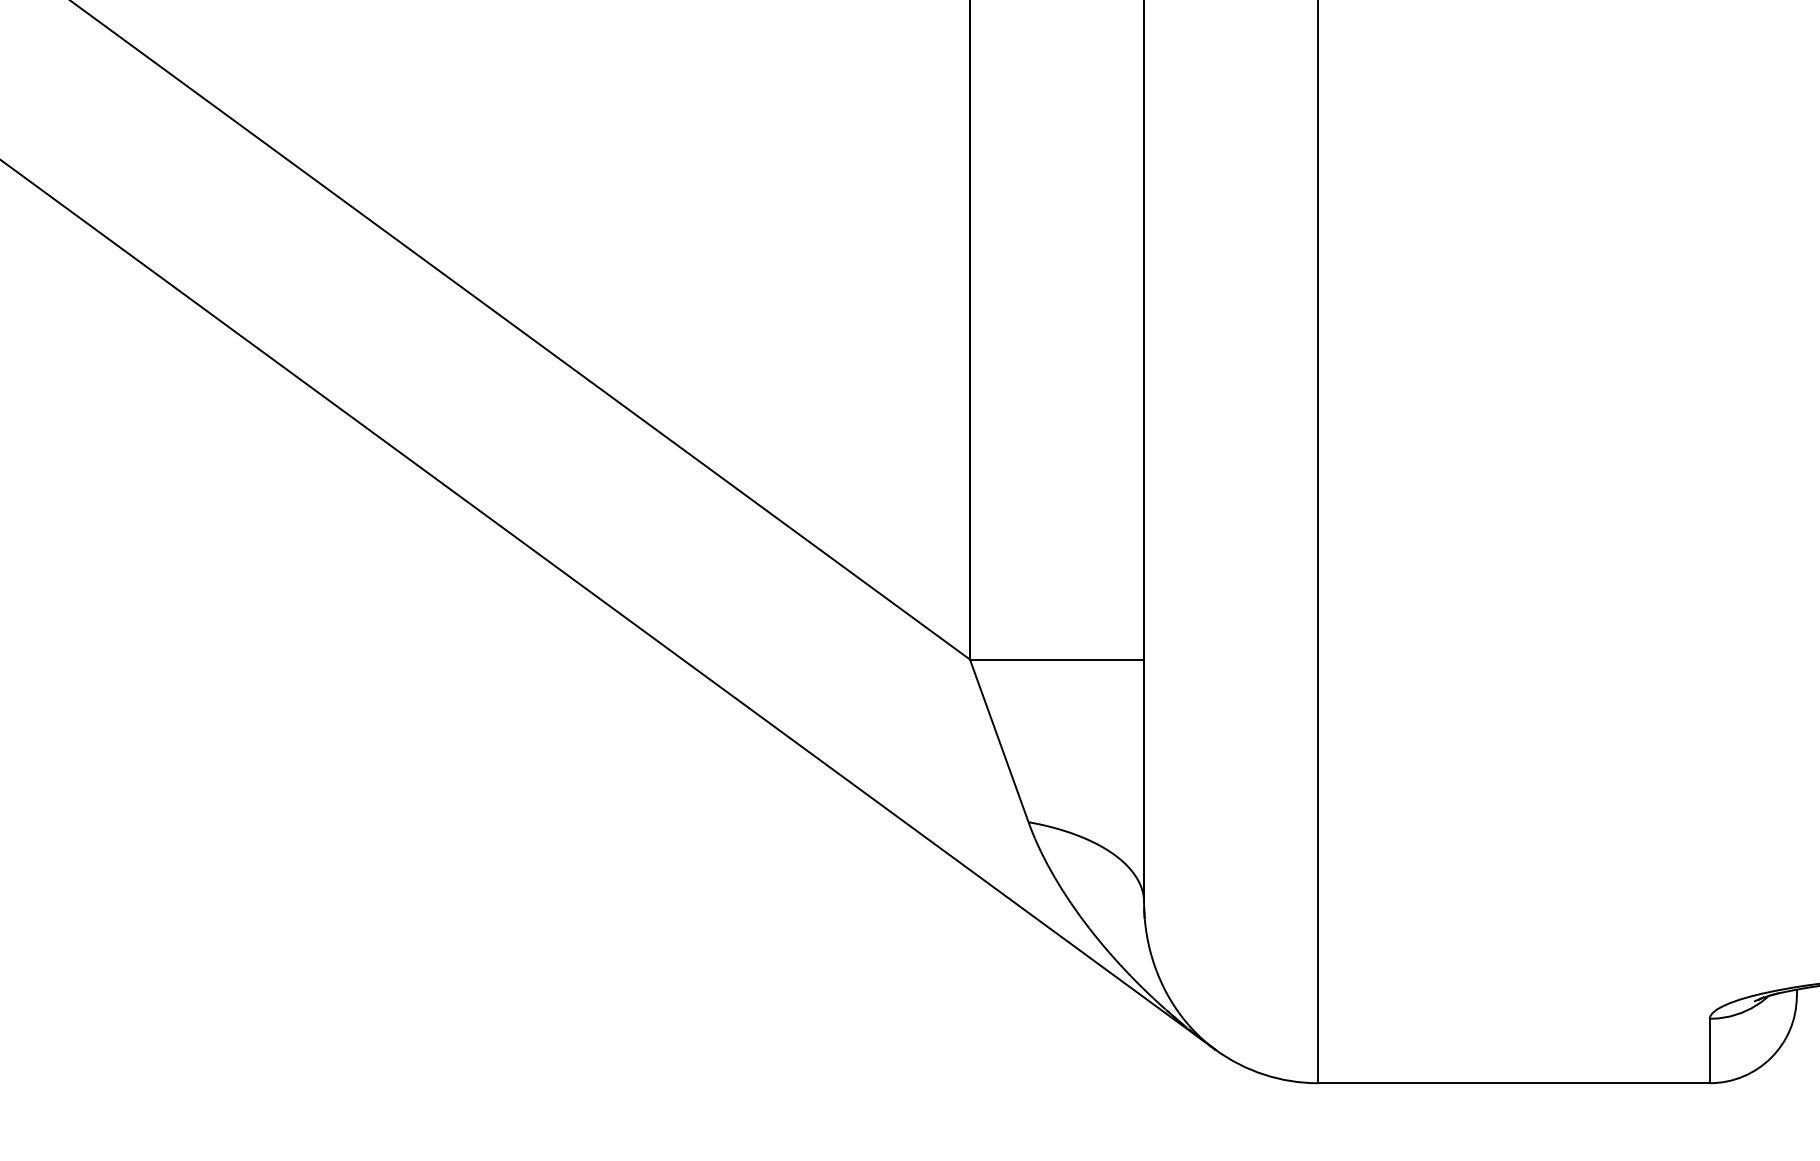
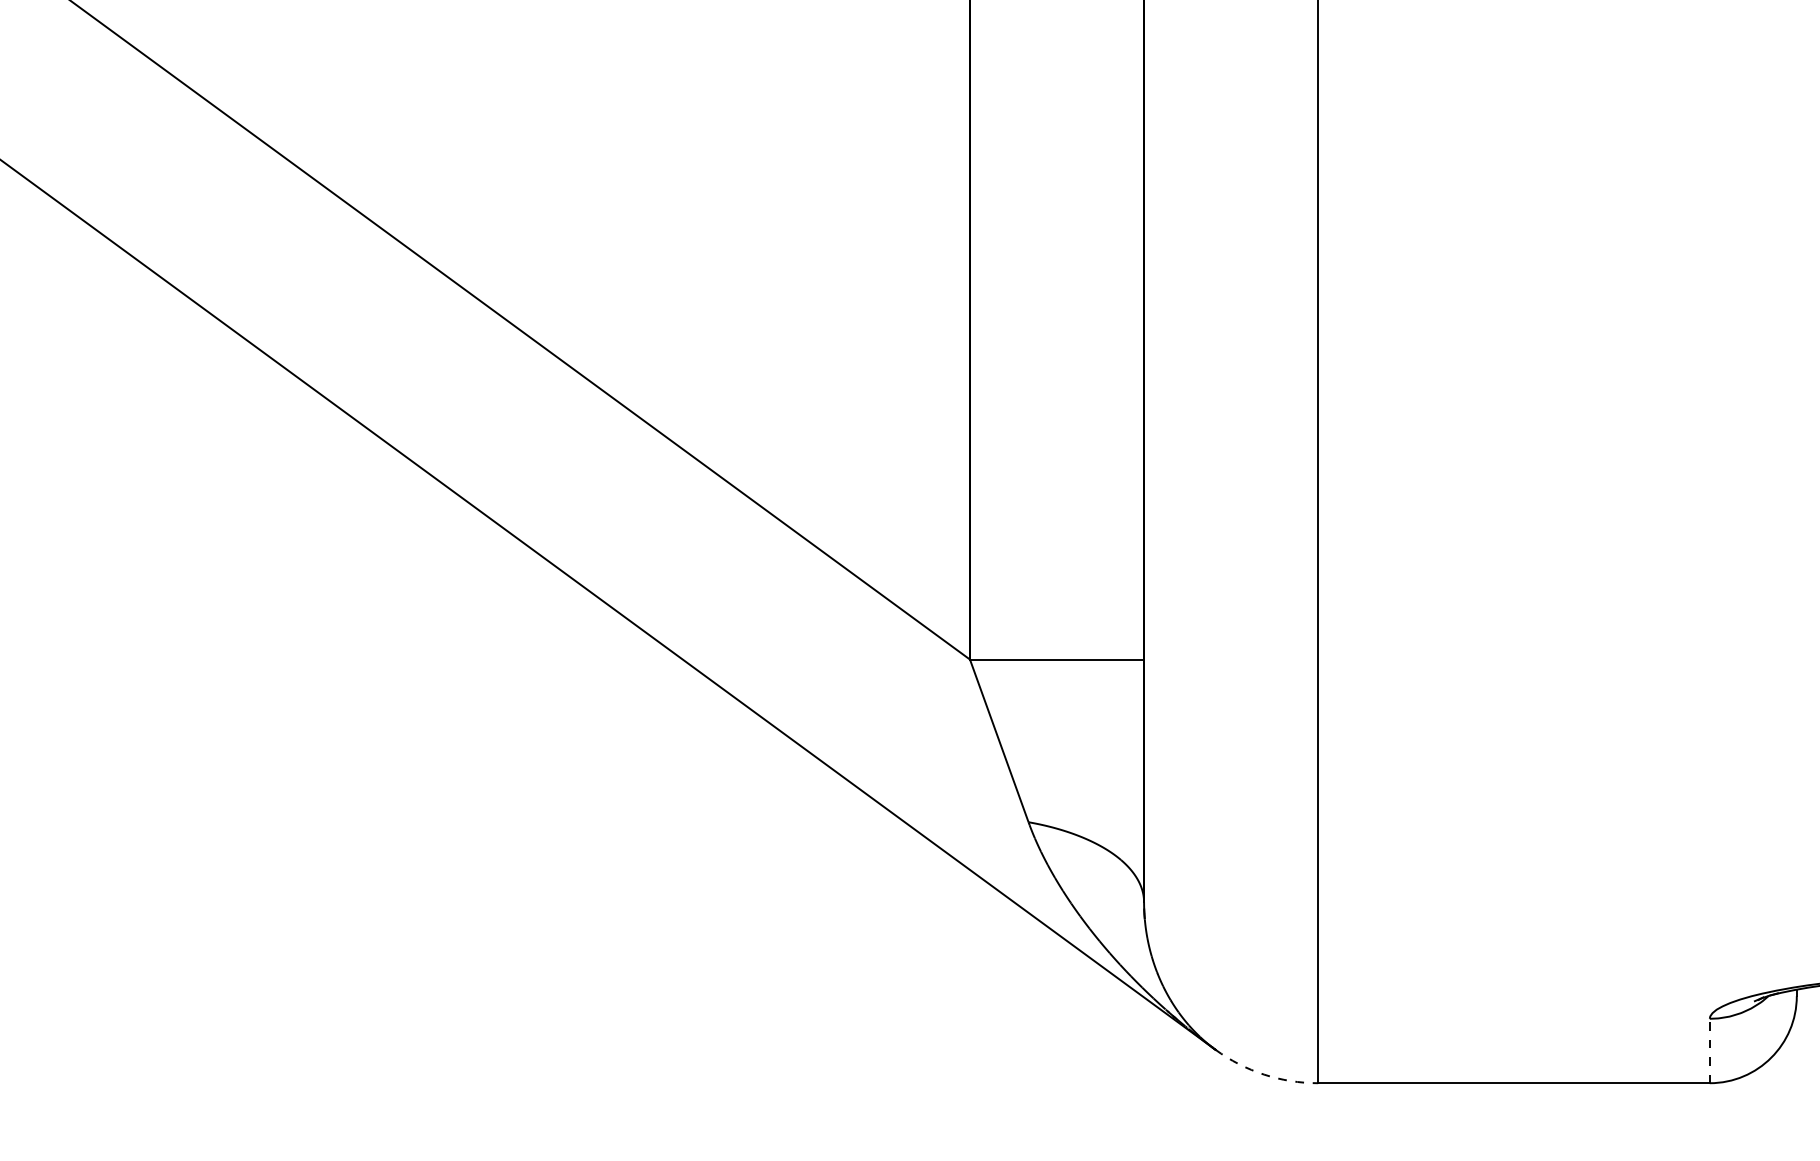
line at (1709, 1050): solid -> dashed
arc at (1264, 1074): solid -> dashed
